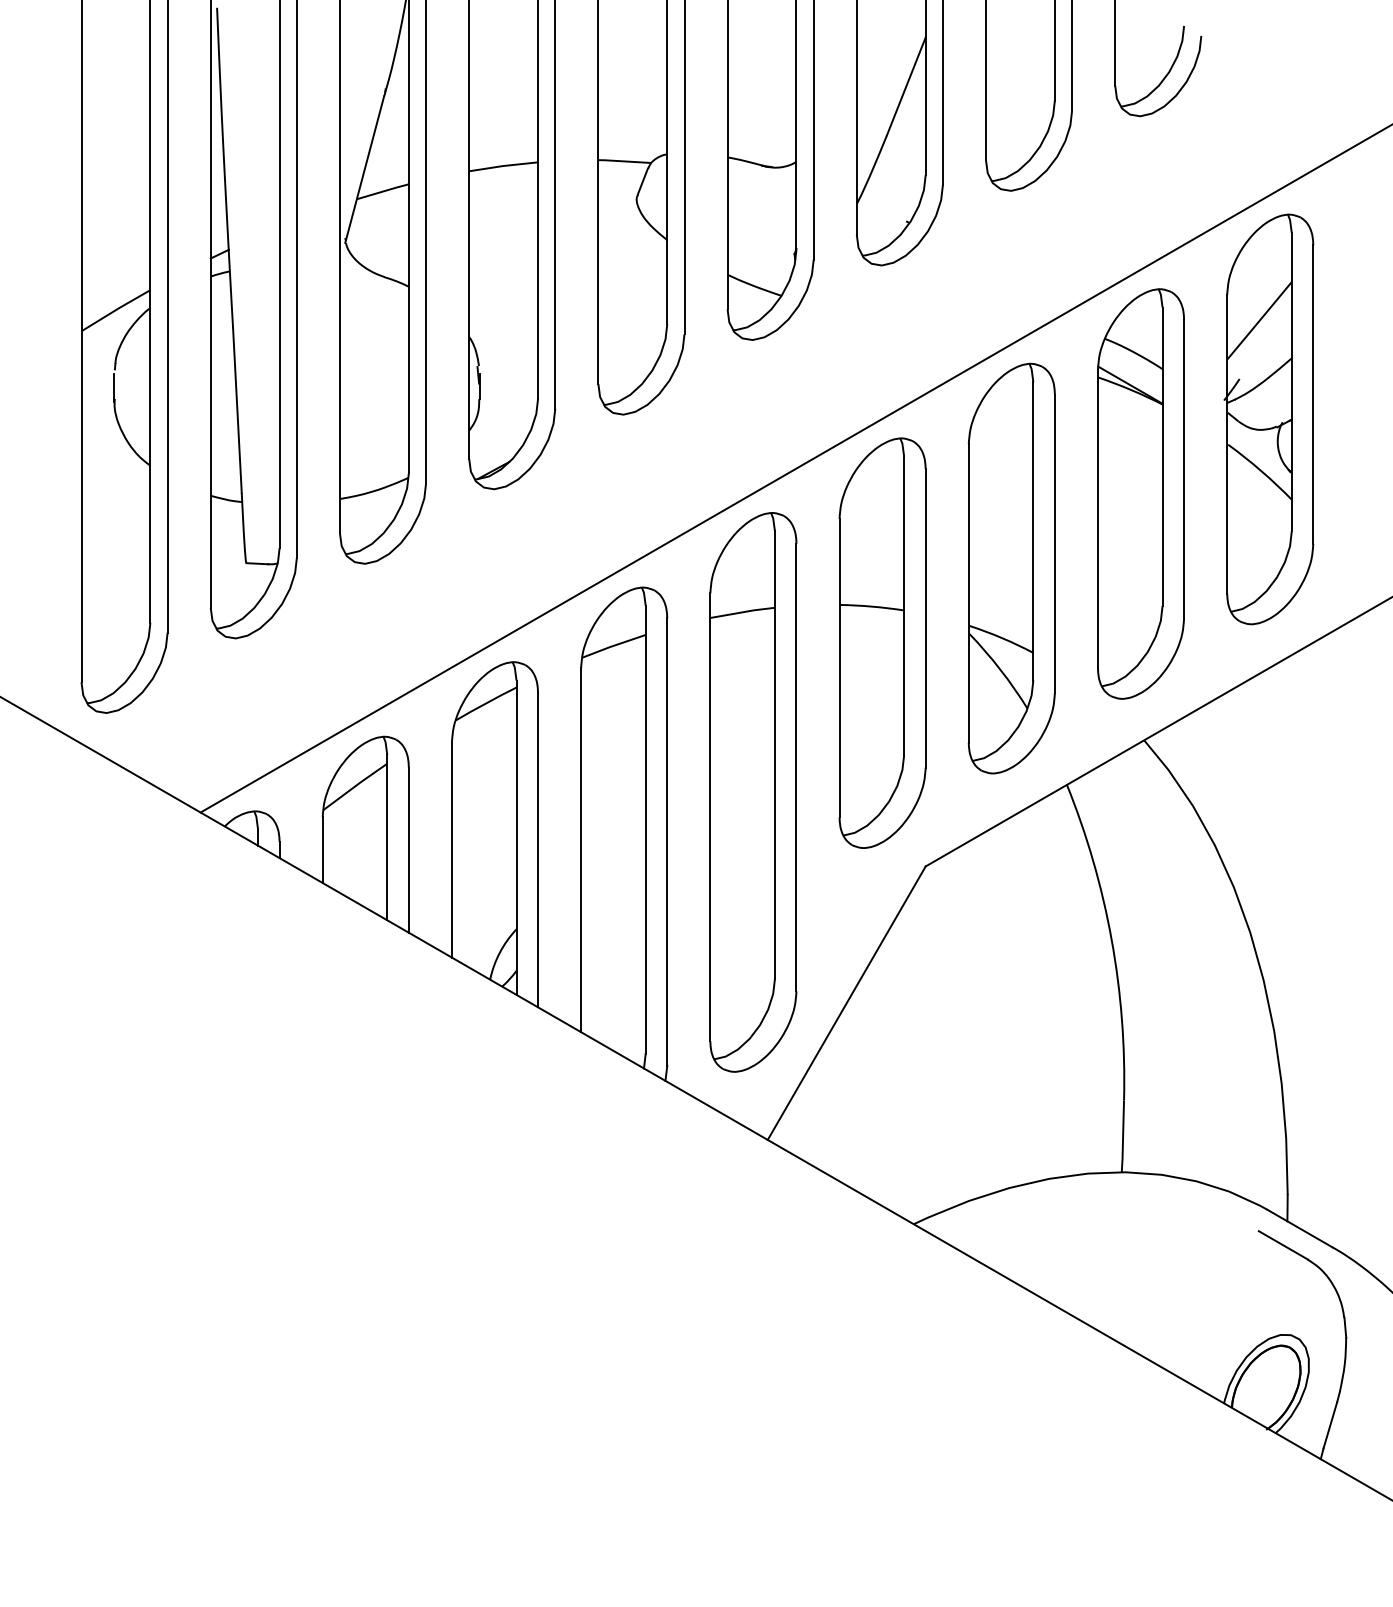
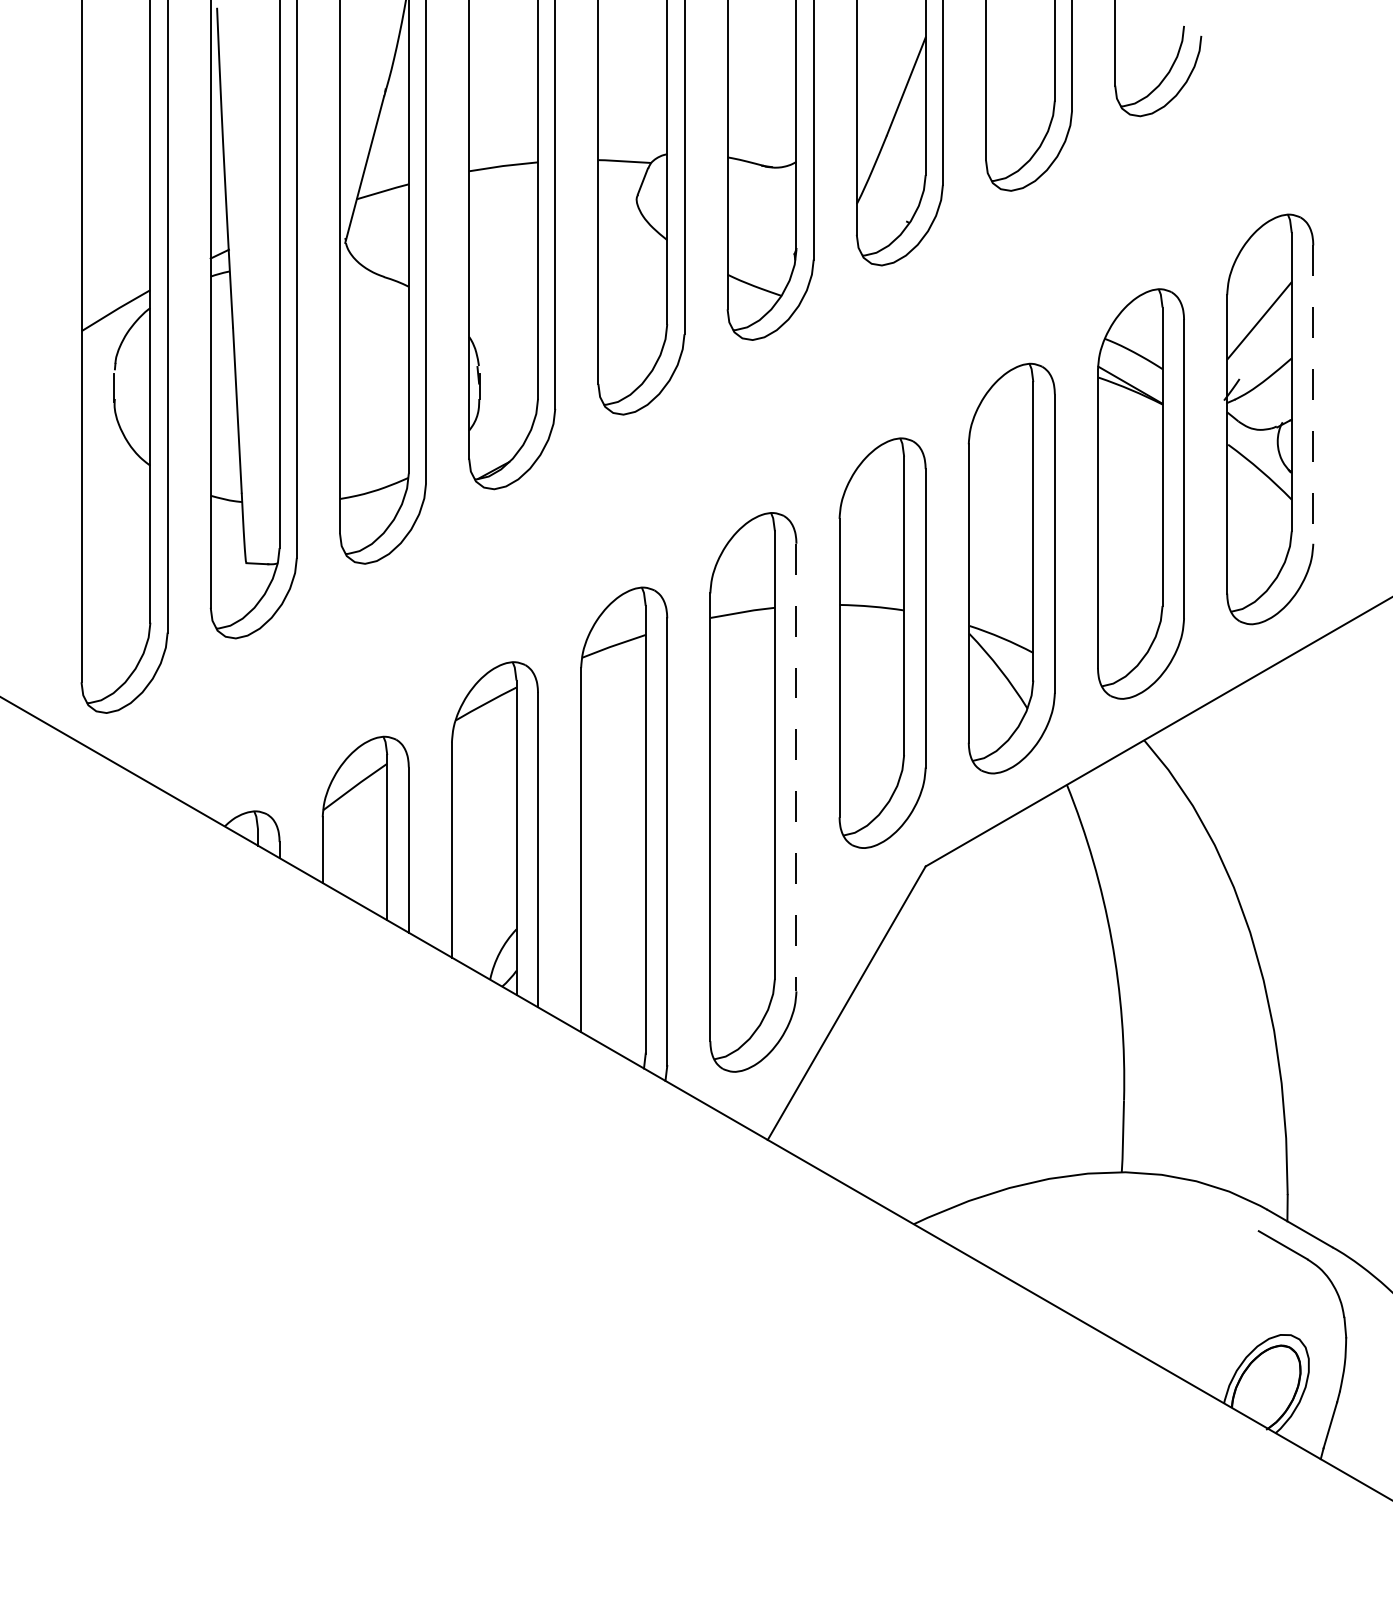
line at (1313, 395): solid -> dashed
line at (794, 469): present -> none
line at (796, 767): solid -> dashed
